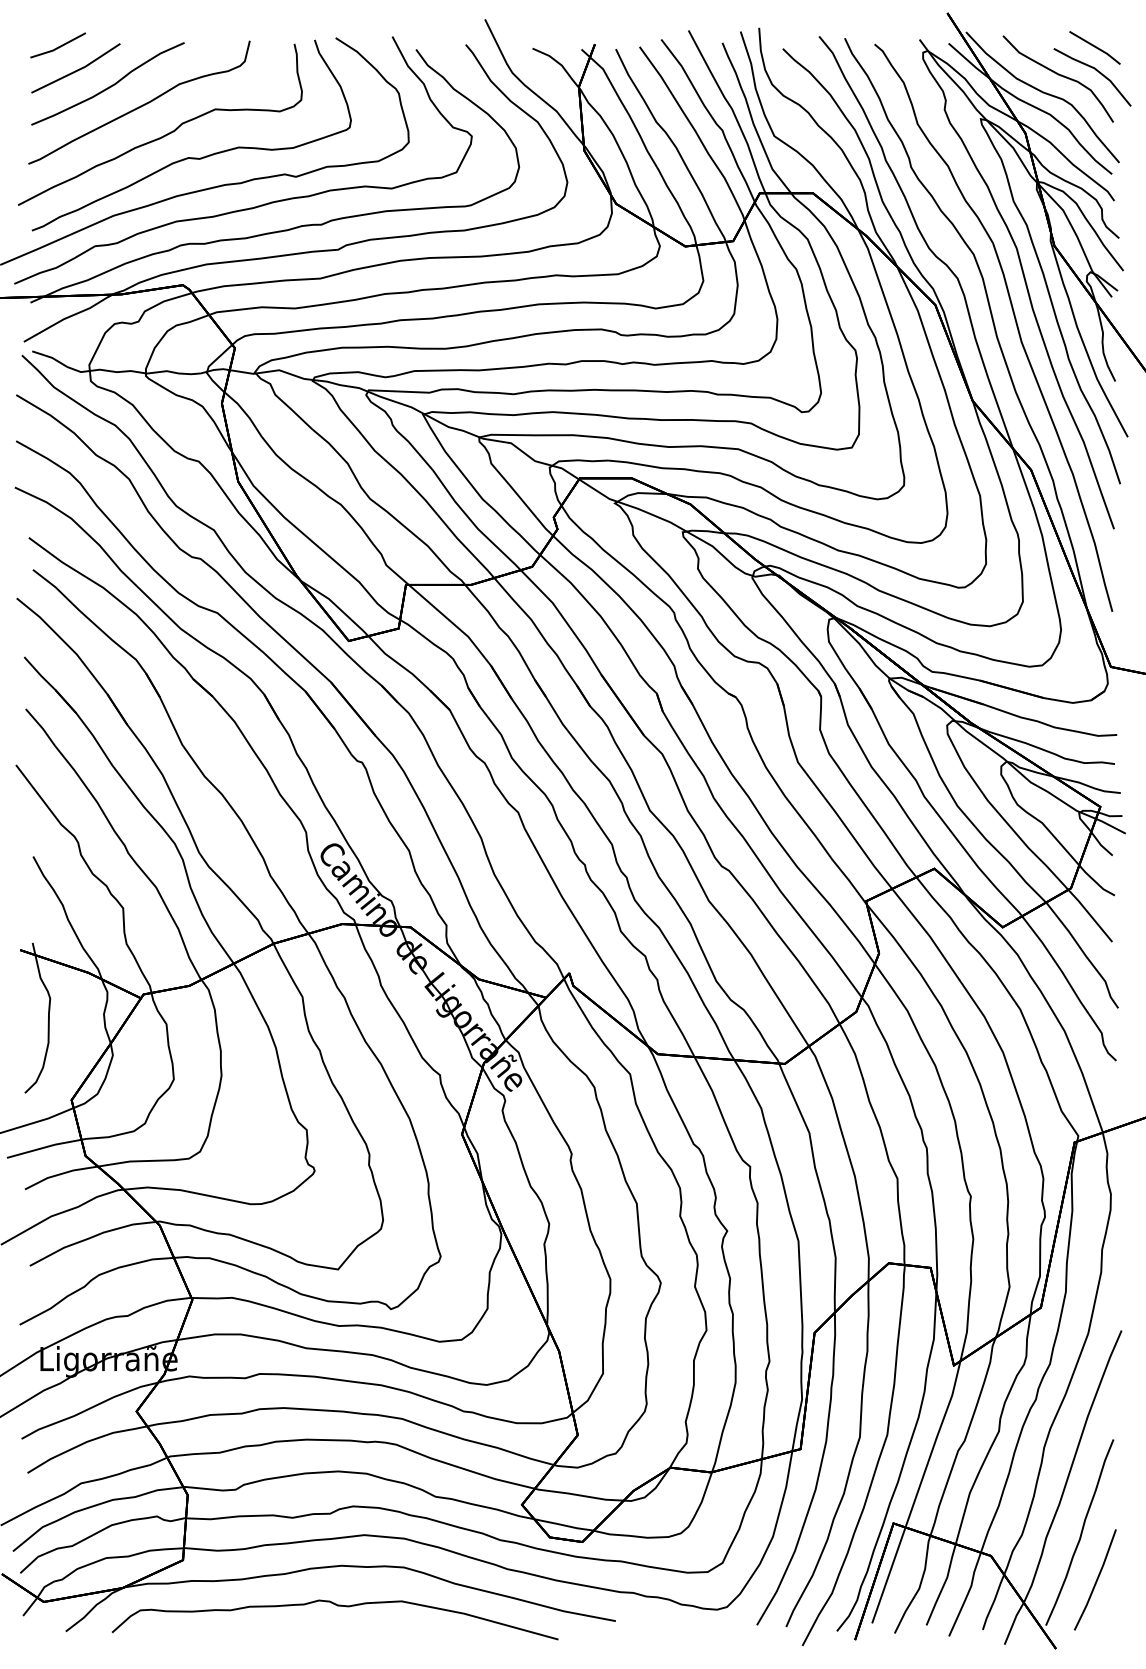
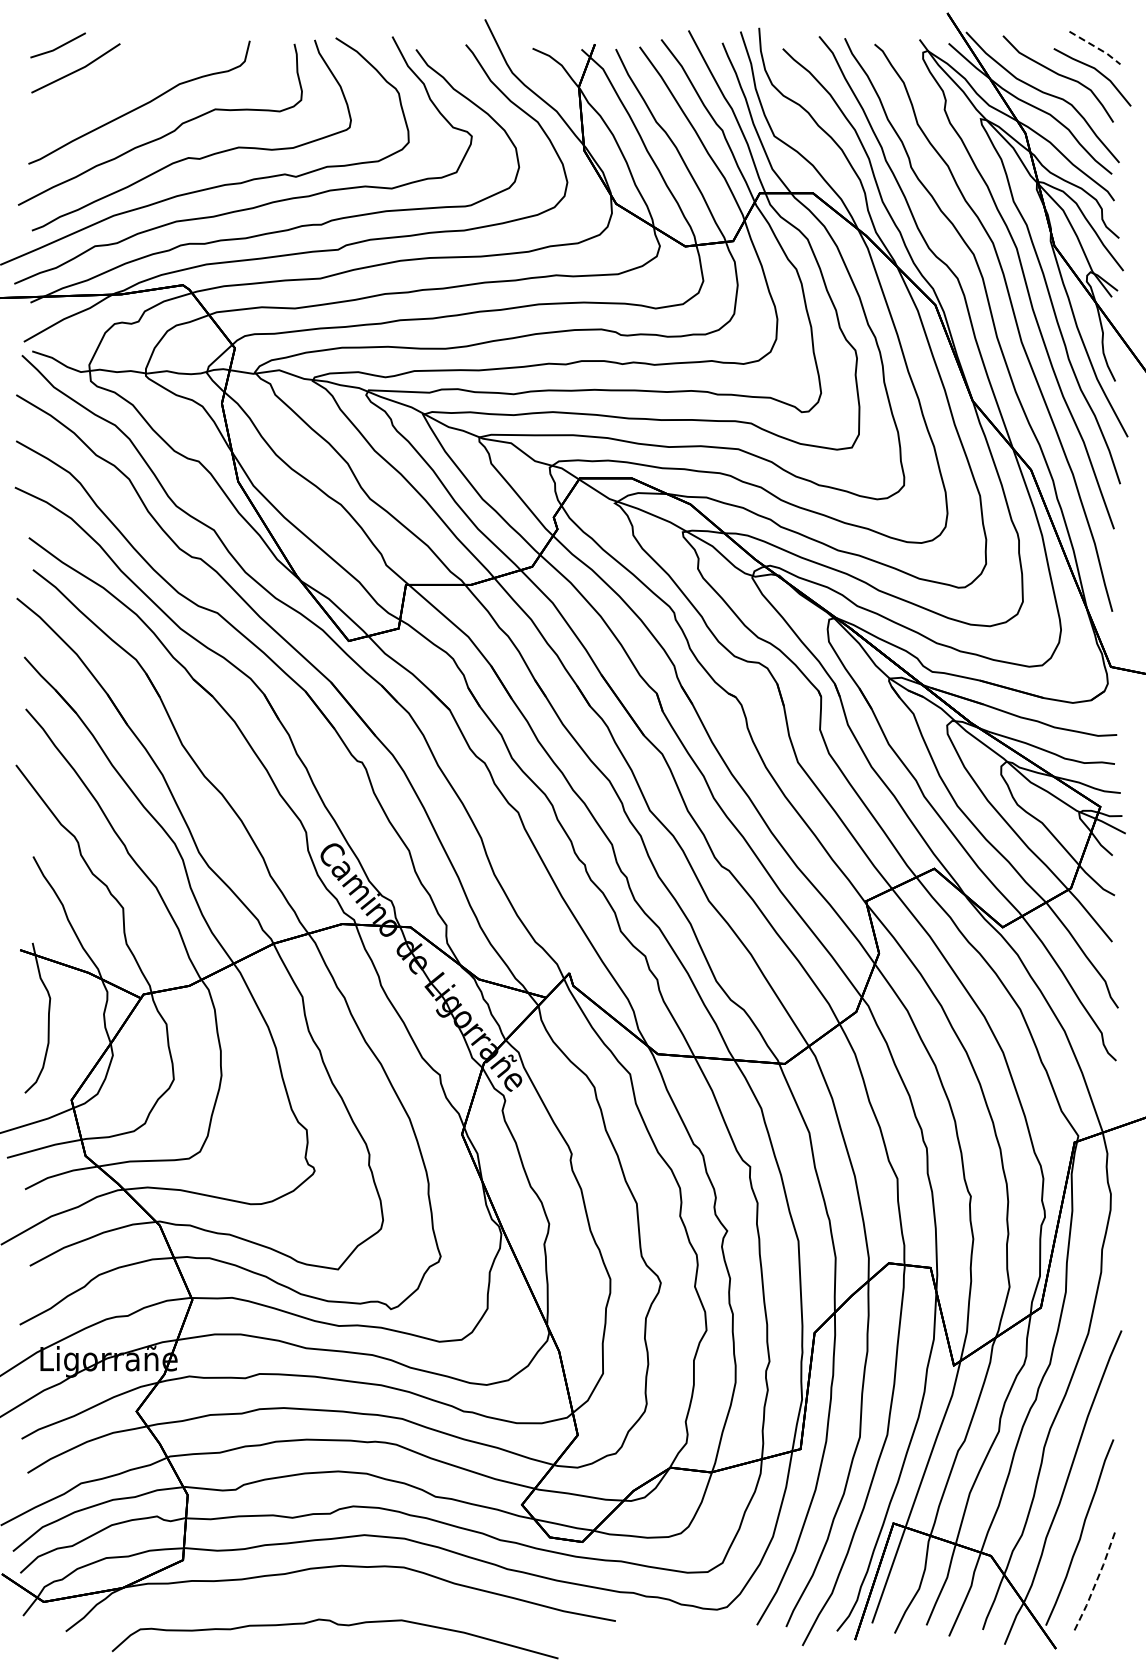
line at (1096, 47): solid -> dashed
curve at (108, 86): present -> none
line at (1096, 1580): solid -> dashed
curve at (337, 1606) position: (337, 1606) -> (337, 1625)
